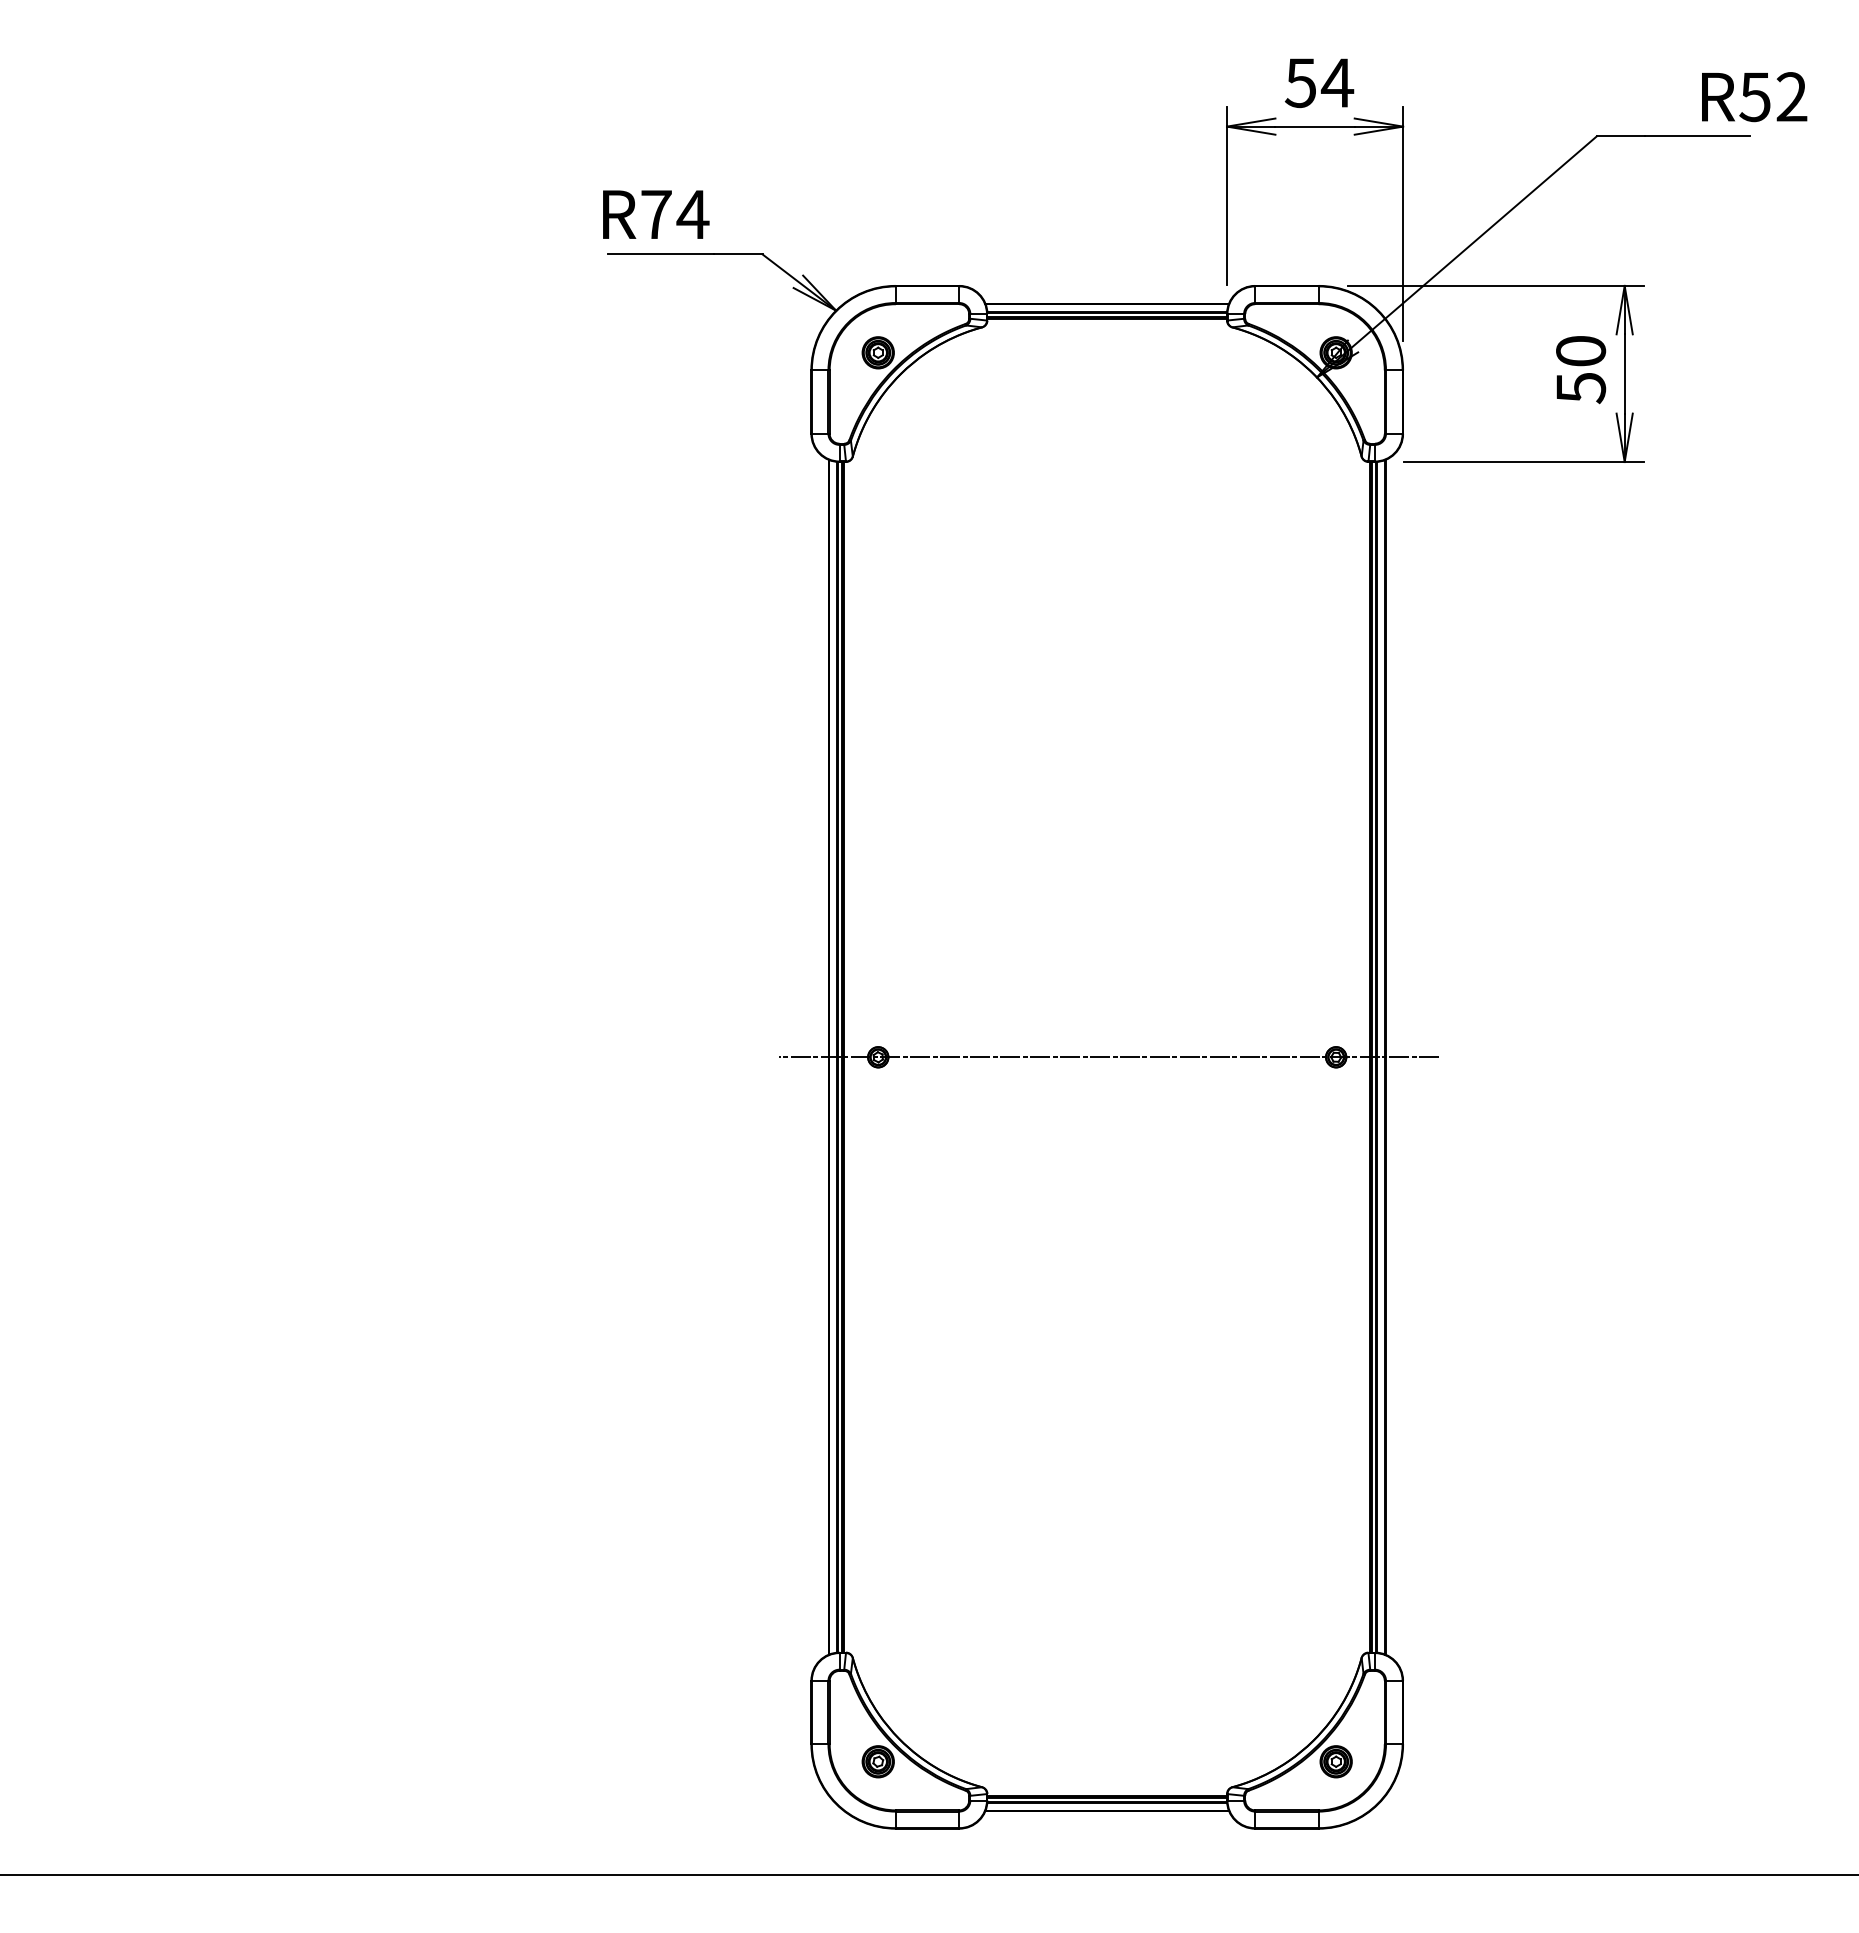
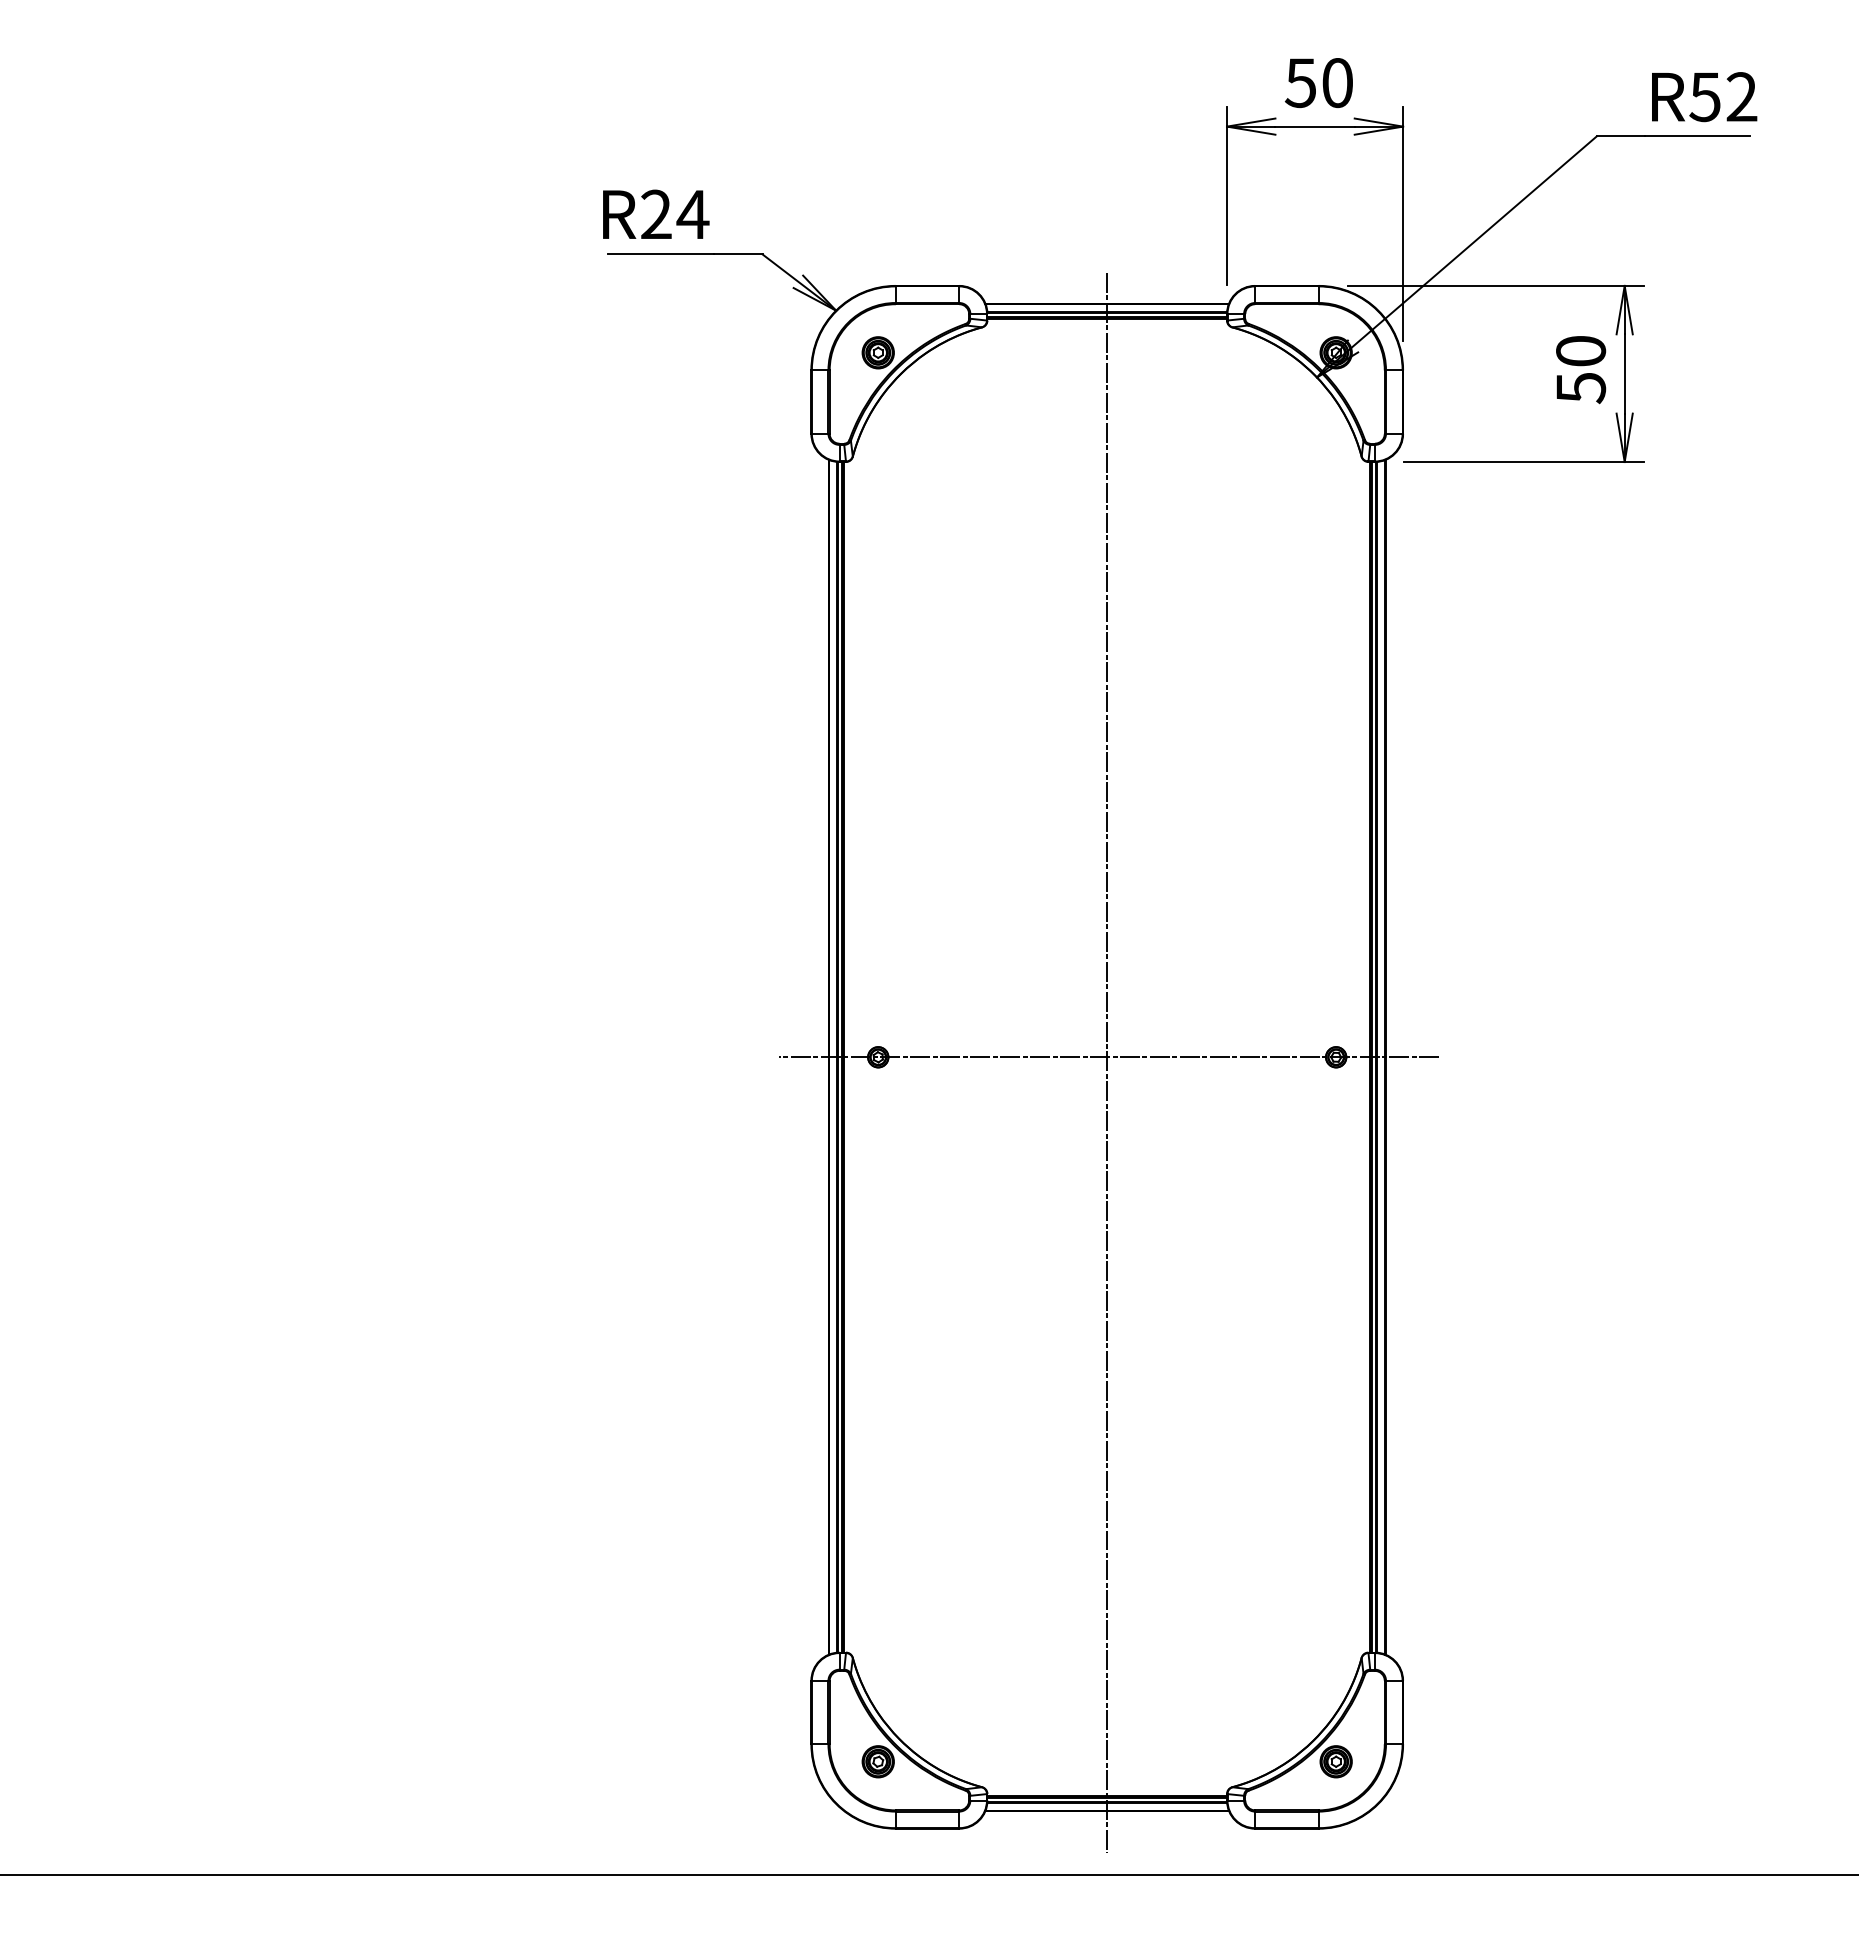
text at (1337, 83): 54 -> 50
text at (1754, 97) position: (1754, 97) -> (1704, 97)
text at (656, 213): R74 -> R24
line at (1107, 1062): none -> present
